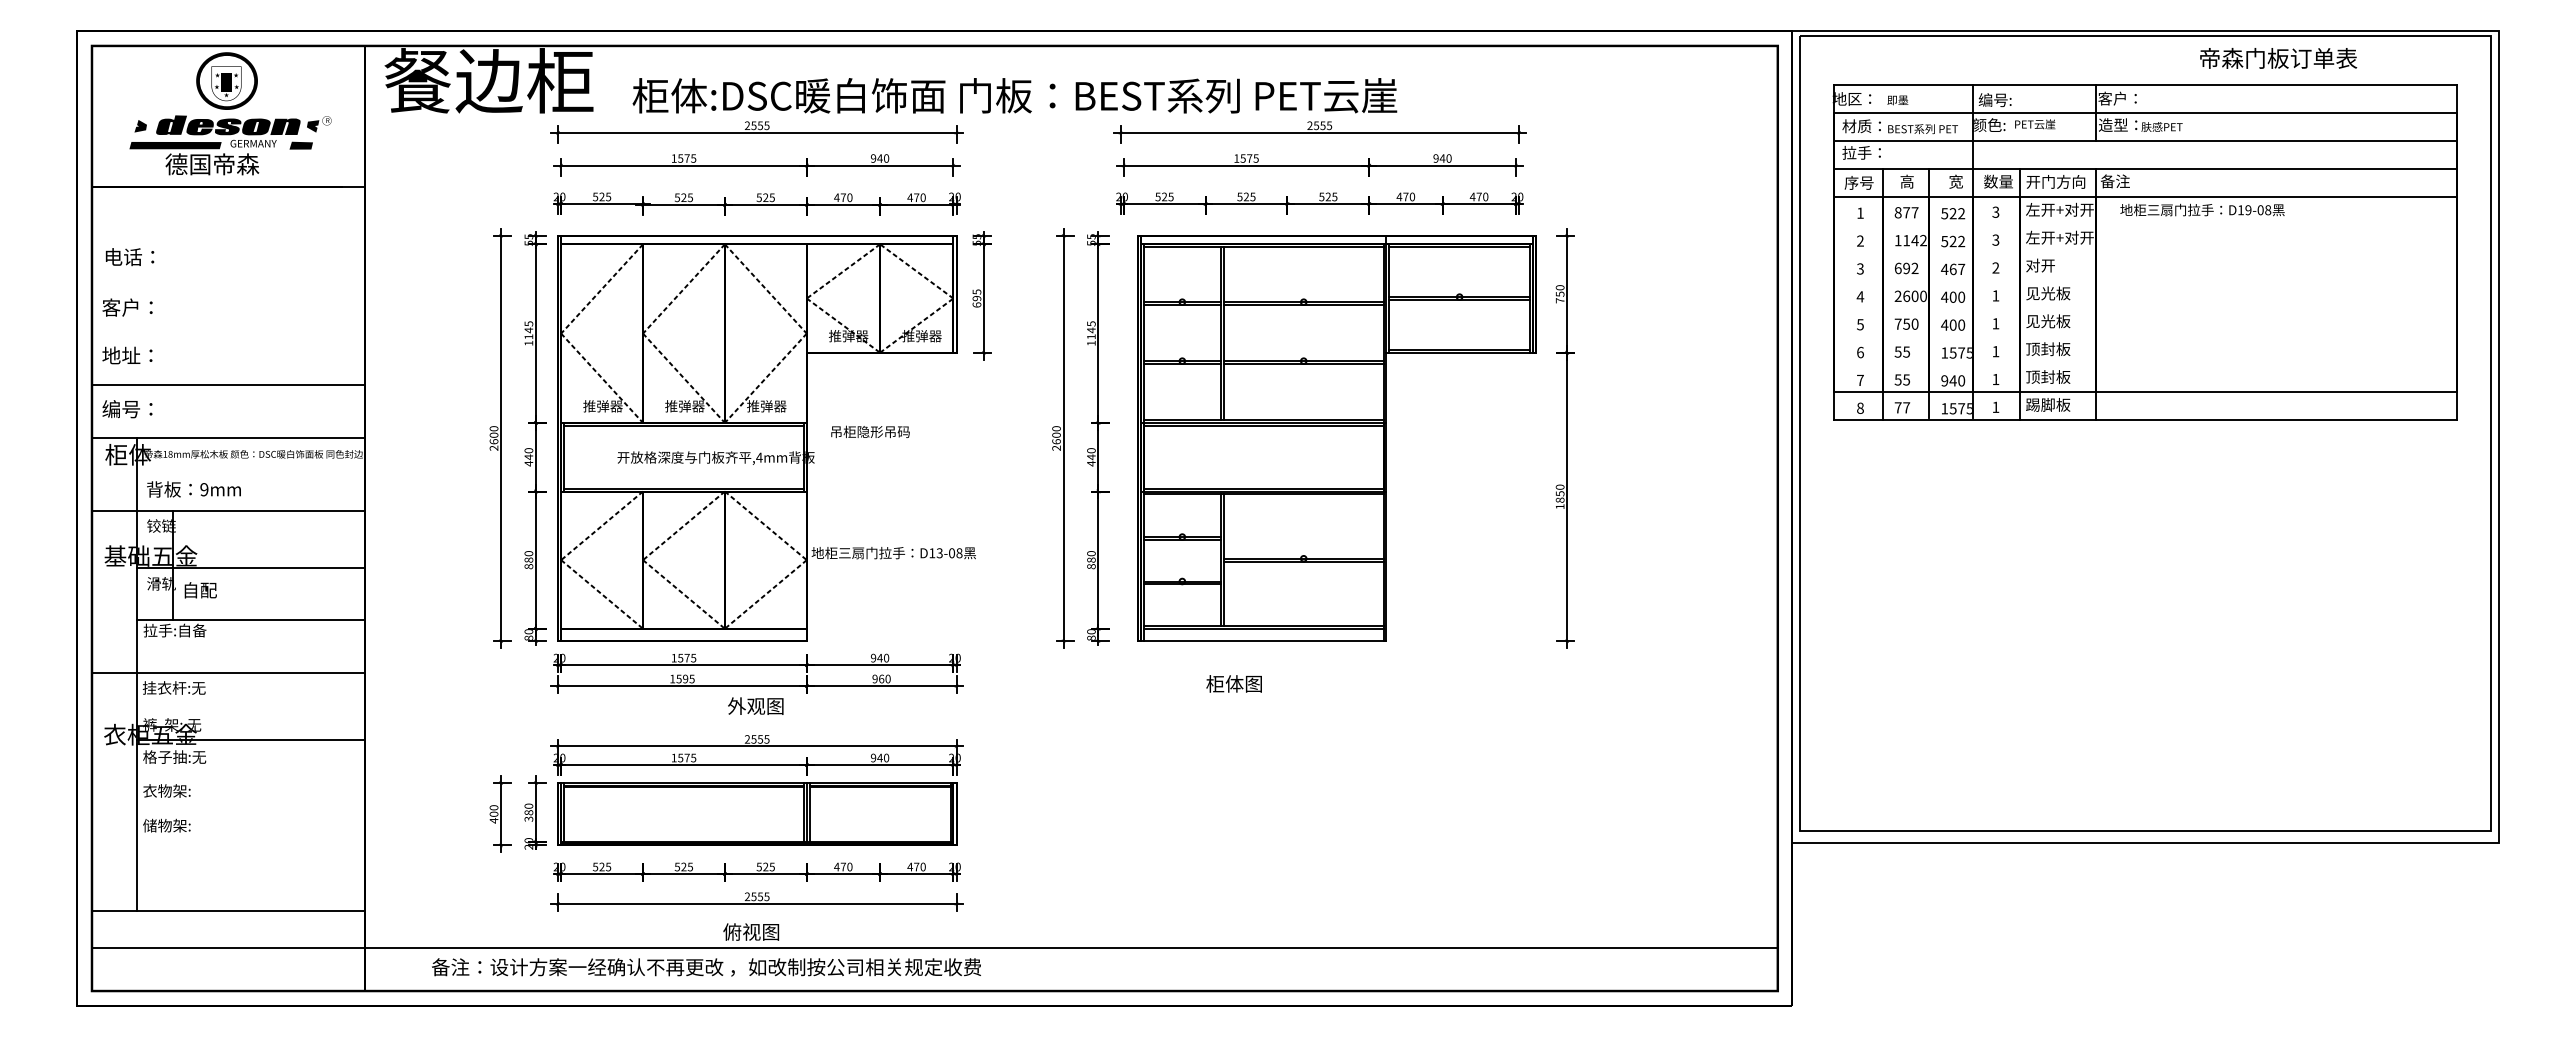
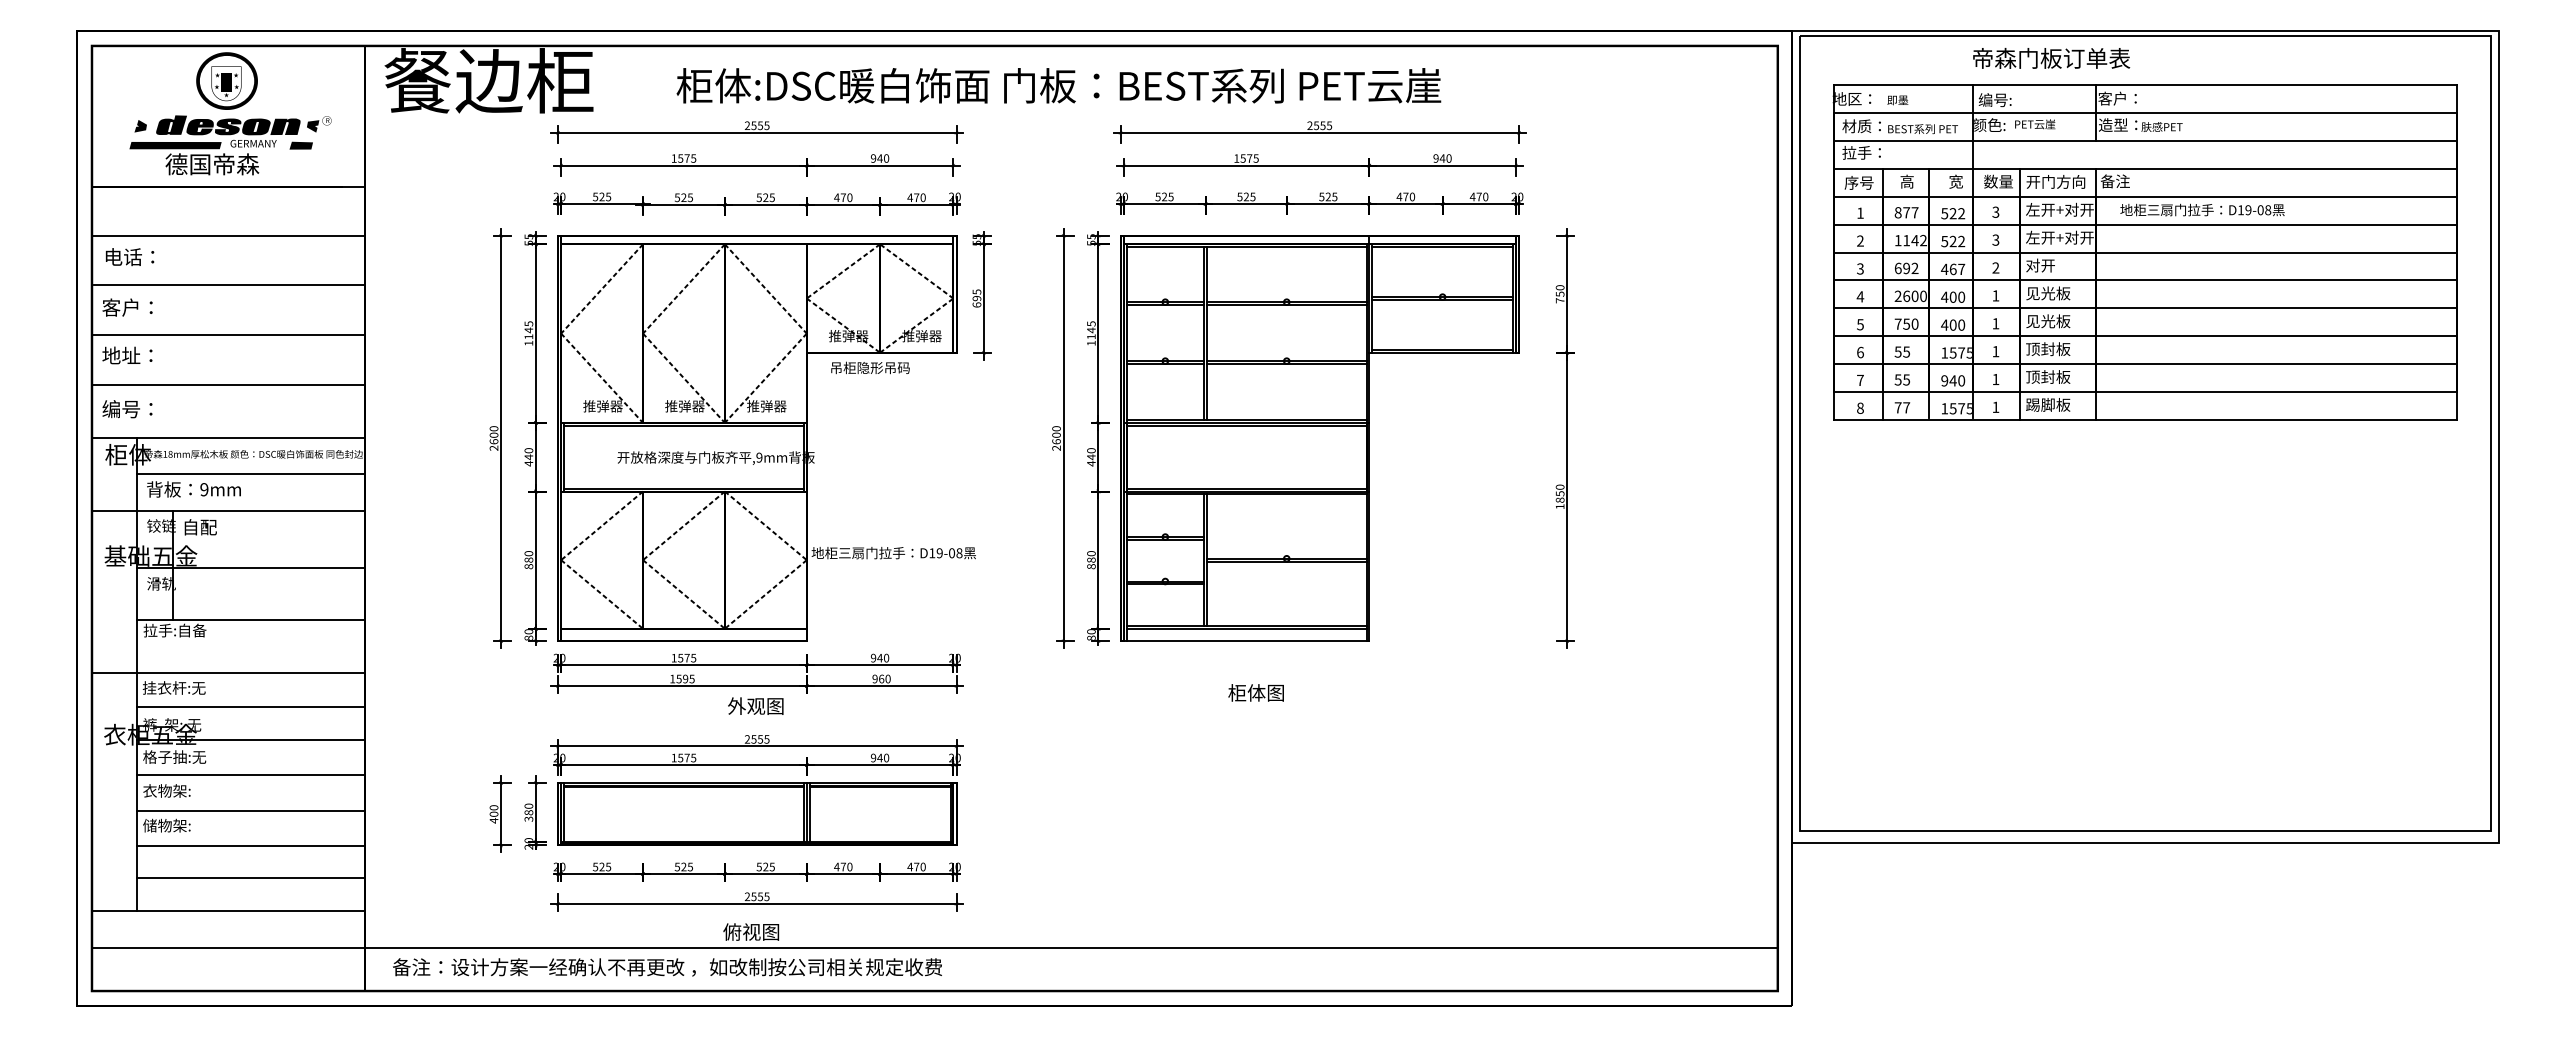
text at (2278, 58) position: (2278, 58) -> (2051, 58)
text at (1014, 95) position: (1014, 95) -> (1058, 85)
line at (2145, 224): none -> present
line at (228, 235): none -> present
line at (2145, 252): none -> present
line at (2145, 280): none -> present
line at (229, 284): none -> present
line at (2145, 308): none -> present
line at (228, 335): none -> present
line at (2145, 336): none -> present
line at (2145, 364): none -> present
text at (870, 431) position: (870, 431) -> (870, 367)
part at (1336, 438) position: (1336, 438) -> (1319, 438)
text at (759, 457): ,4mm -> ,9mm
line at (250, 473): none -> present
text at (939, 553): D13-08 -> D19-08
text at (200, 590) position: (200, 590) -> (200, 527)
text at (1233, 683) position: (1233, 683) -> (1255, 692)
line at (250, 707): none -> present
line at (250, 775): none -> present
line at (250, 810): none -> present
line at (250, 846): none -> present
line at (250, 878): none -> present
text at (706, 967) position: (706, 967) -> (667, 967)
